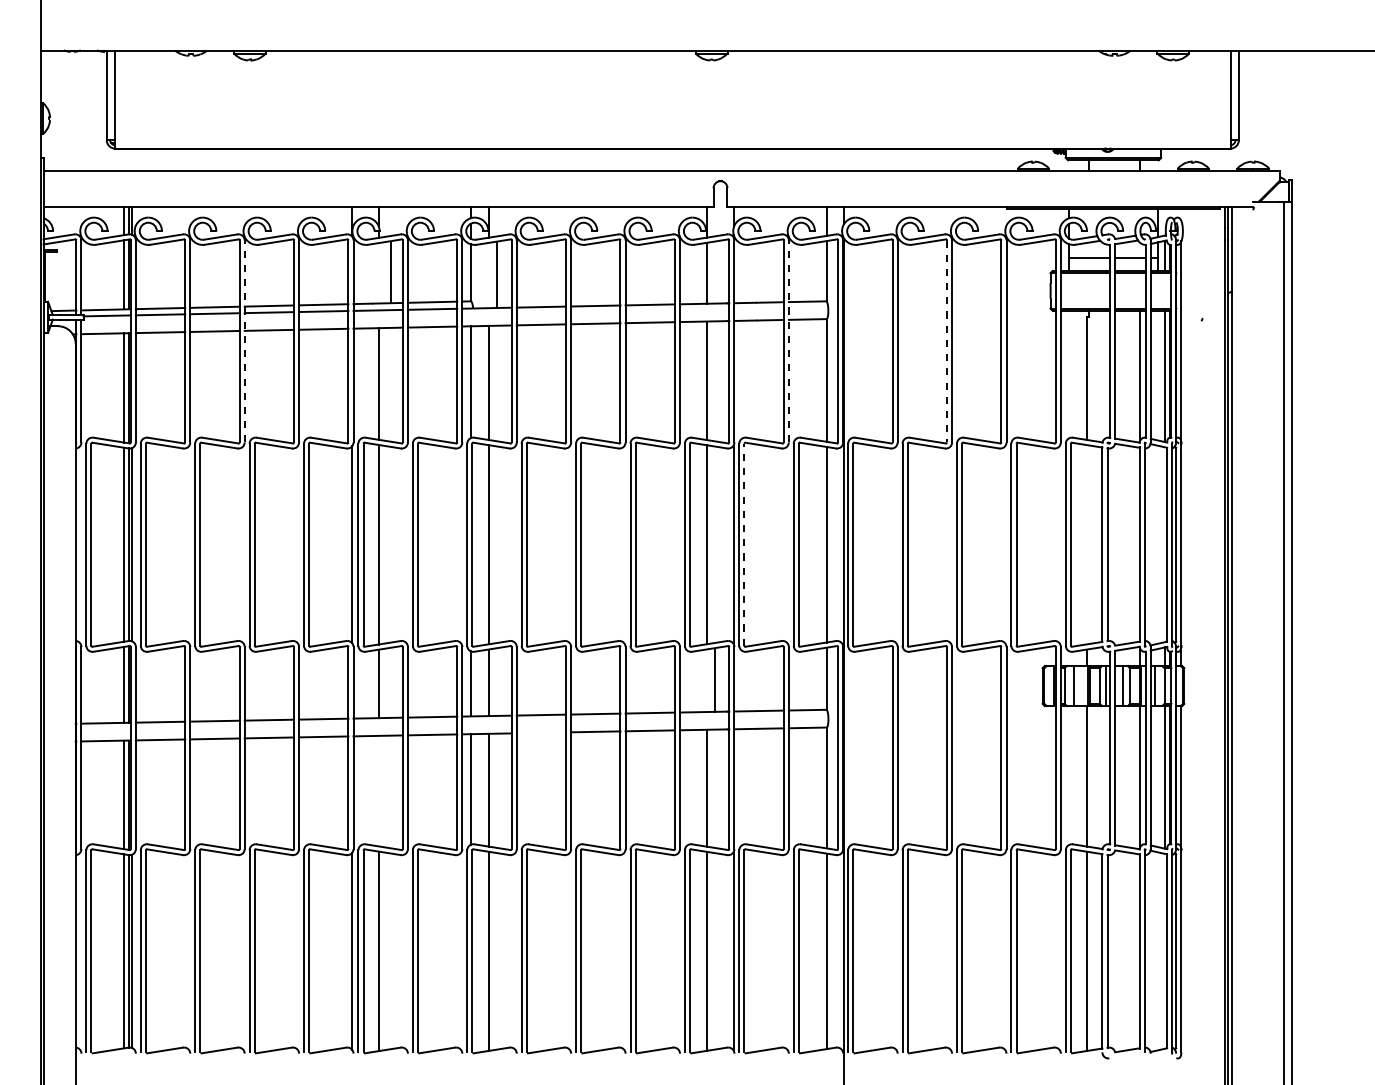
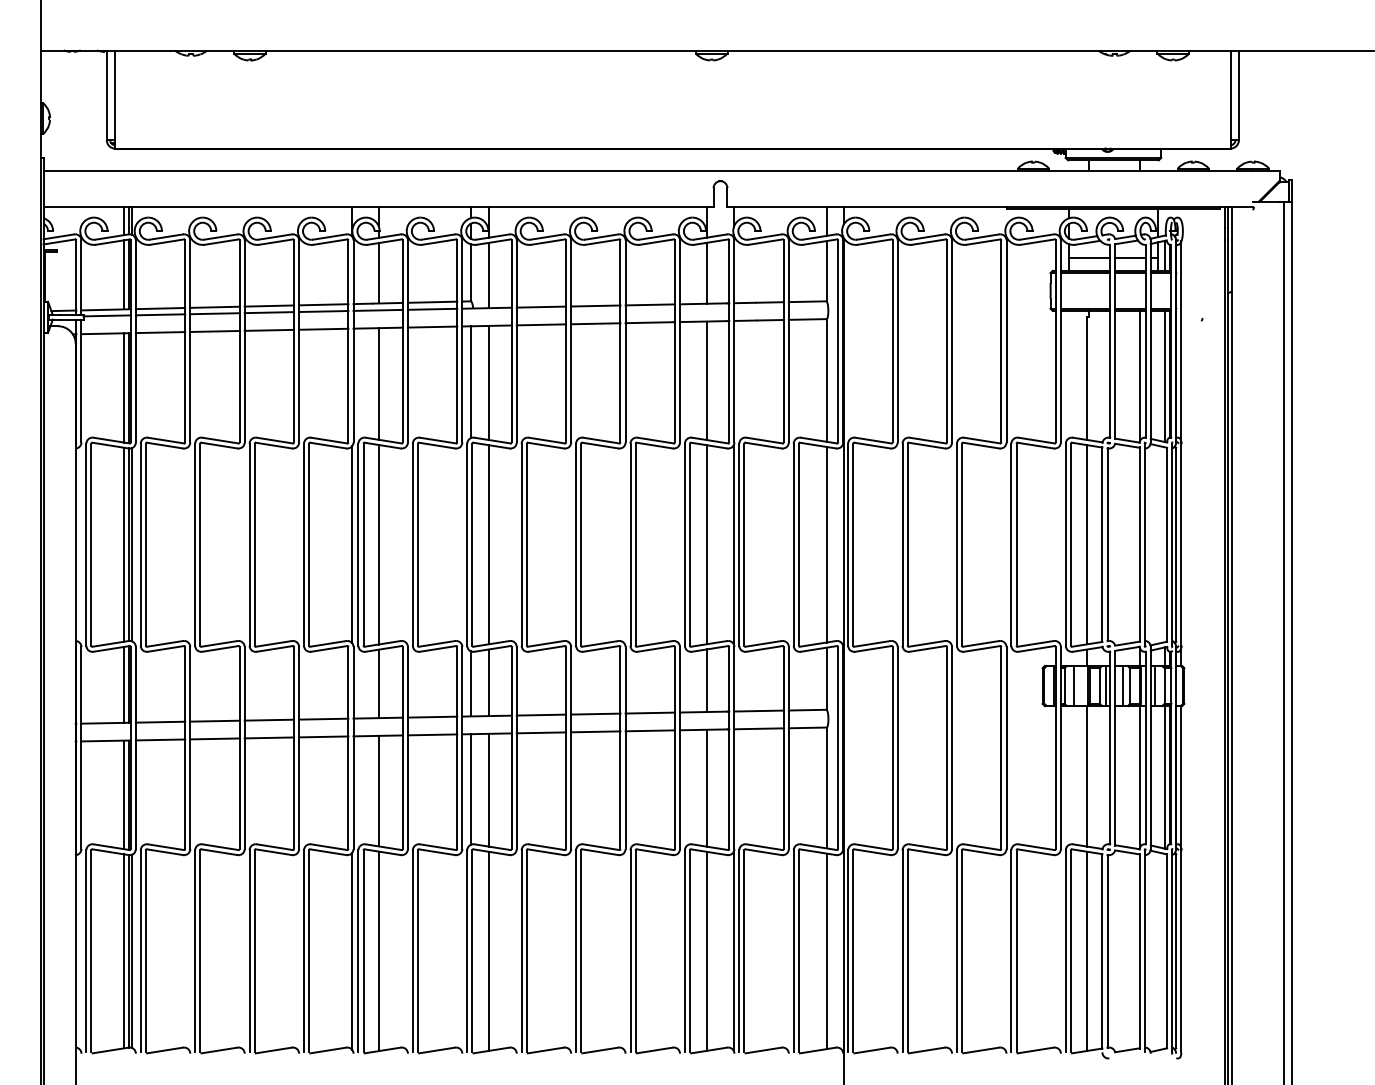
line at (390, 273) position: (390, 273) -> (378, 273)
line at (496, 275) position: (496, 275) -> (488, 275)
line at (244, 340): dashed -> solid
line at (788, 340): dashed -> solid
line at (946, 341): dashed -> solid
line at (744, 544): dashed -> solid
line at (1086, 544): none -> present
line at (715, 680) position: (715, 680) -> (707, 680)
line at (541, 732): none -> present
line at (378, 790): none -> present
